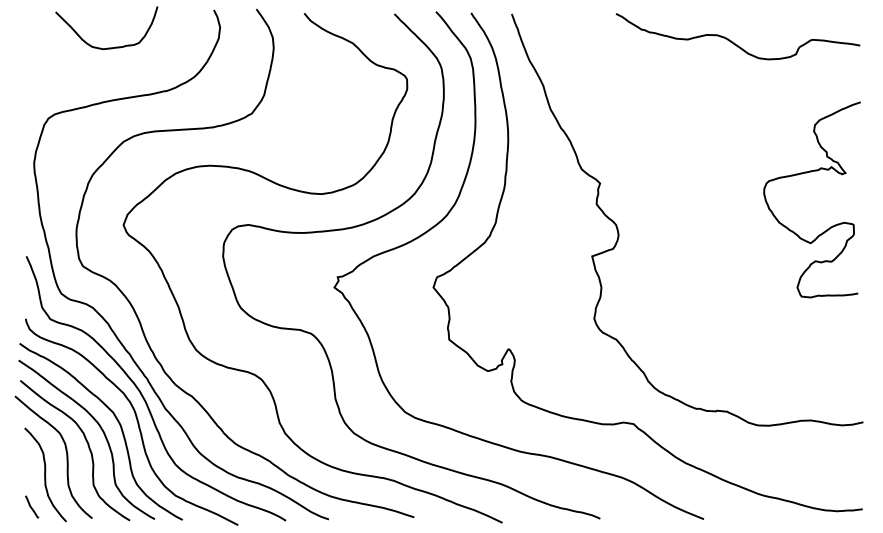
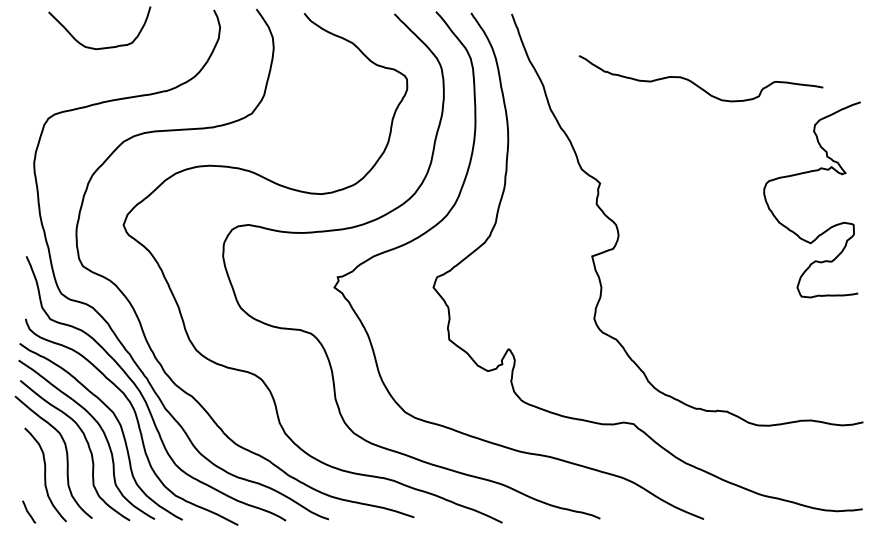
curve at (734, 42) position: (734, 42) -> (697, 84)
curve at (107, 47) position: (107, 47) -> (100, 47)
curve at (31, 506) position: (31, 506) -> (28, 511)
